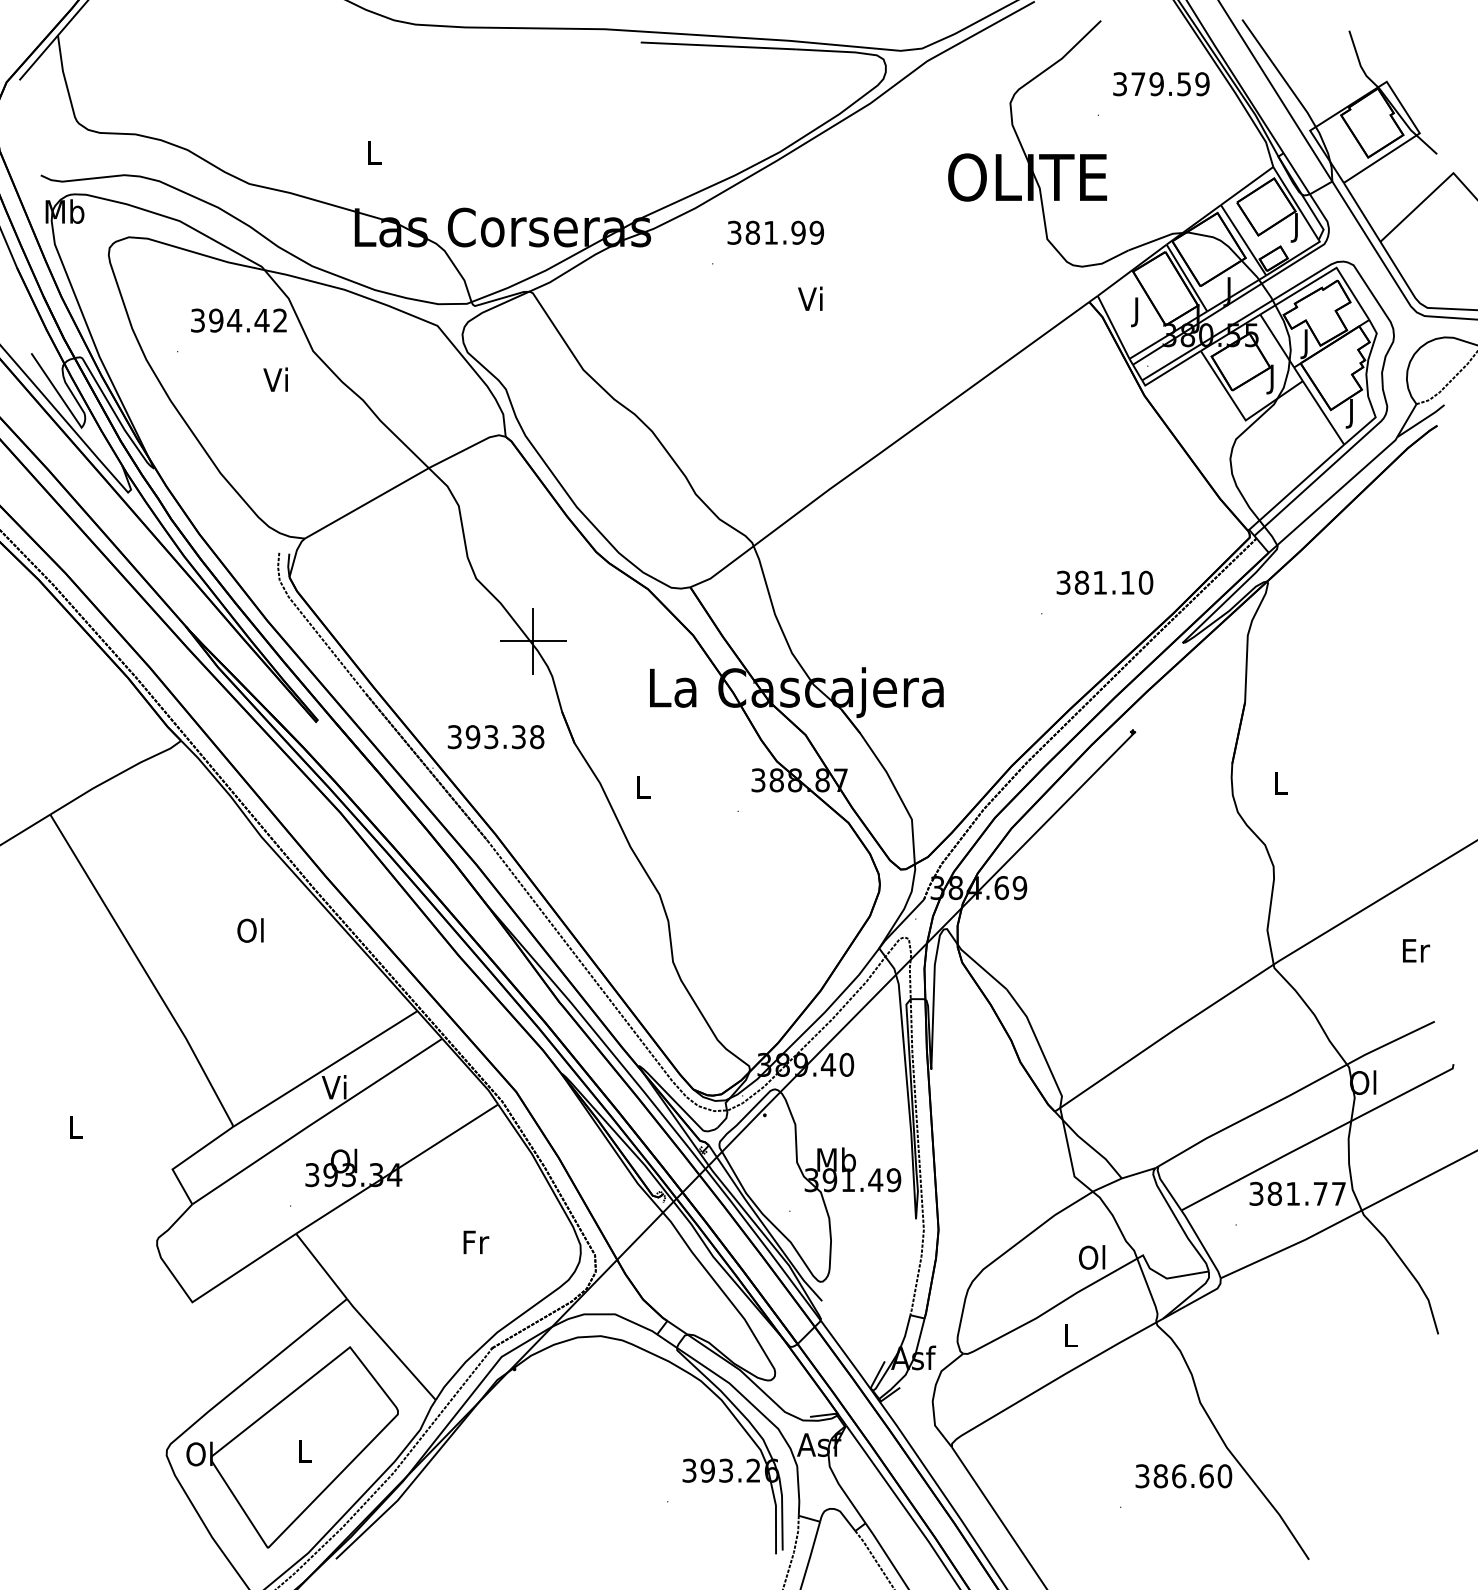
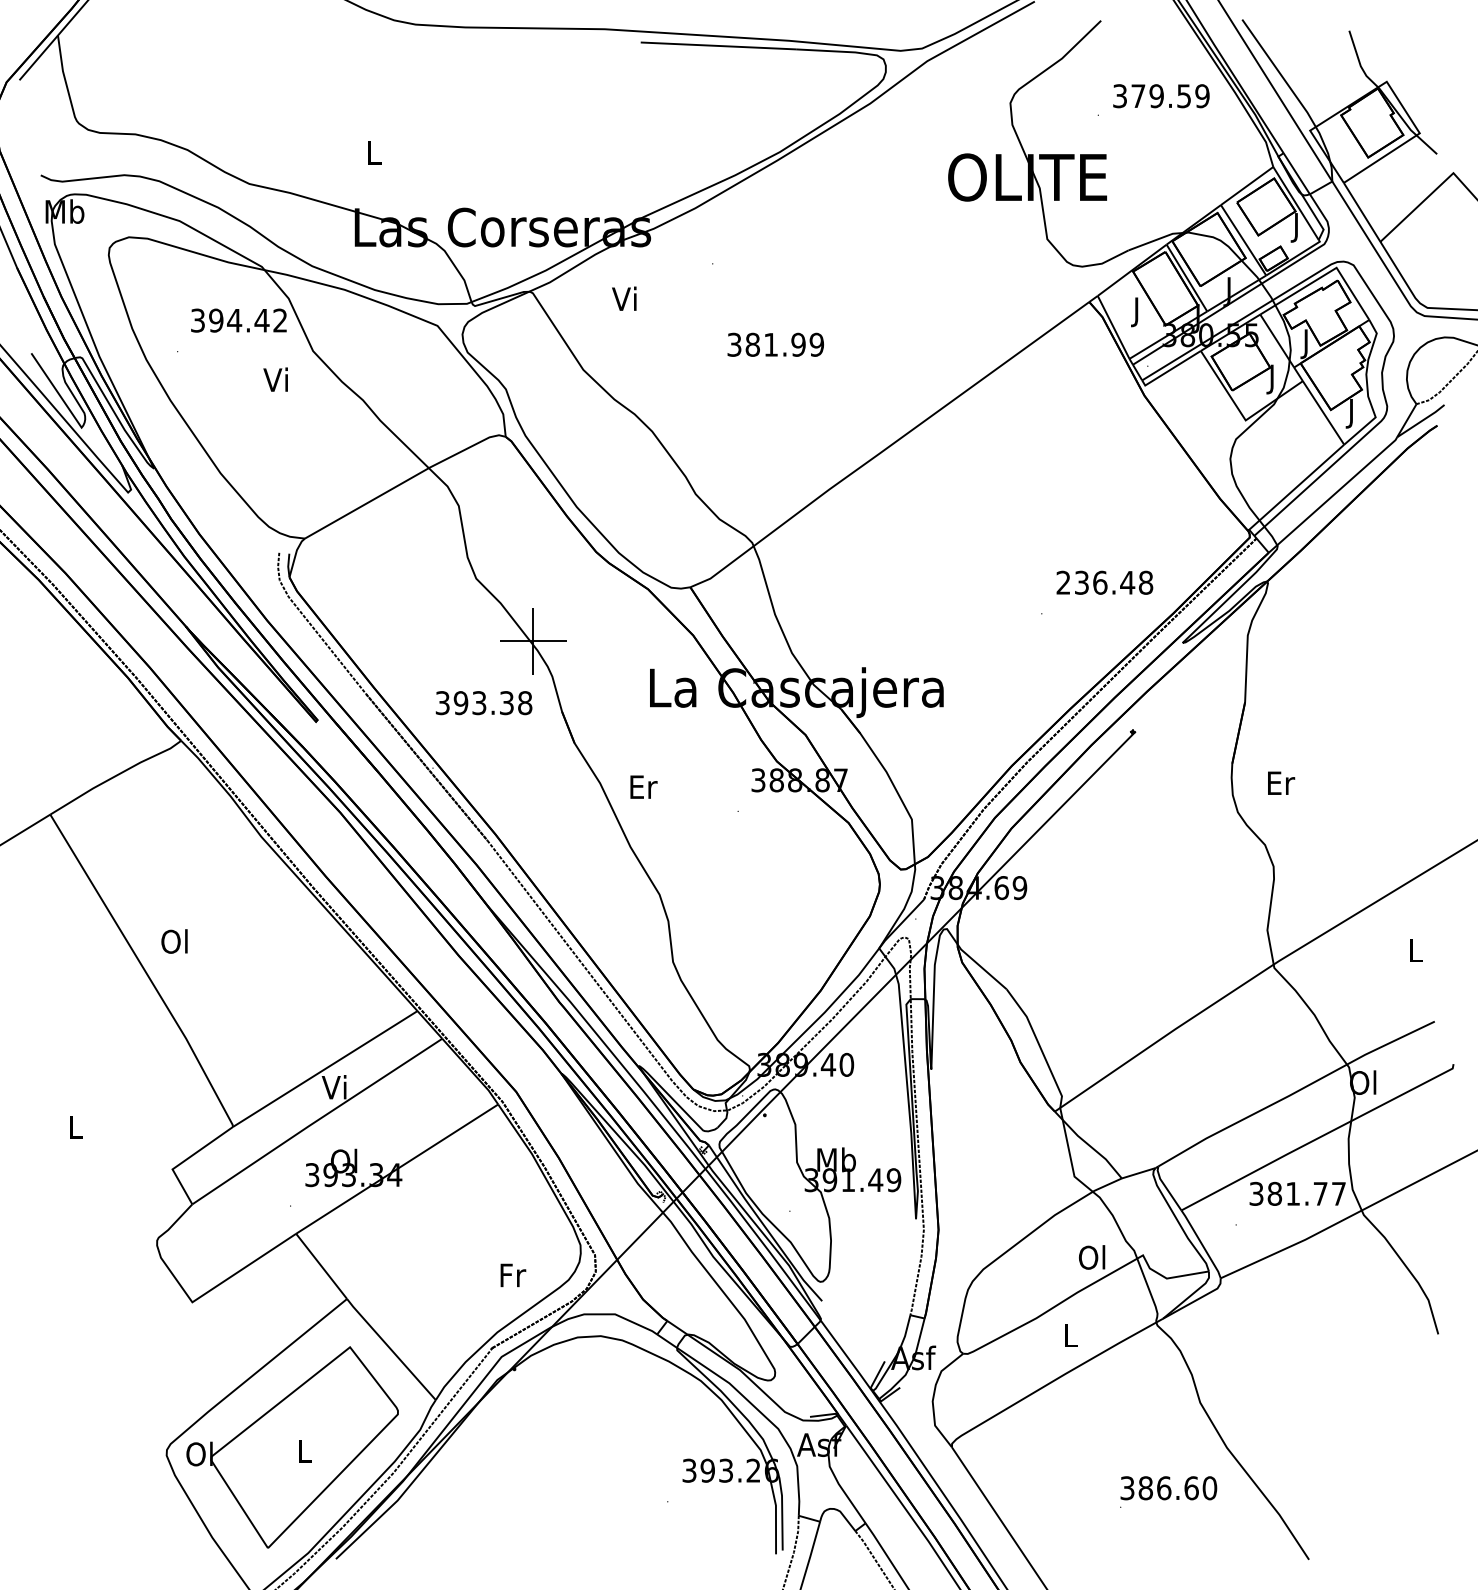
text at (1161, 84) position: (1161, 84) -> (1161, 96)
text at (775, 232) position: (775, 232) -> (775, 344)
text at (810, 298) position: (810, 298) -> (624, 298)
text at (1104, 582): 381.10 -> 236.48
text at (495, 737) position: (495, 737) -> (483, 703)
text at (1281, 782): L -> Er
text at (643, 786): L -> Er
text at (250, 930) position: (250, 930) -> (174, 941)
text at (1416, 950): Er -> L
text at (476, 1242) position: (476, 1242) -> (513, 1275)
text at (1183, 1476) position: (1183, 1476) -> (1168, 1488)
